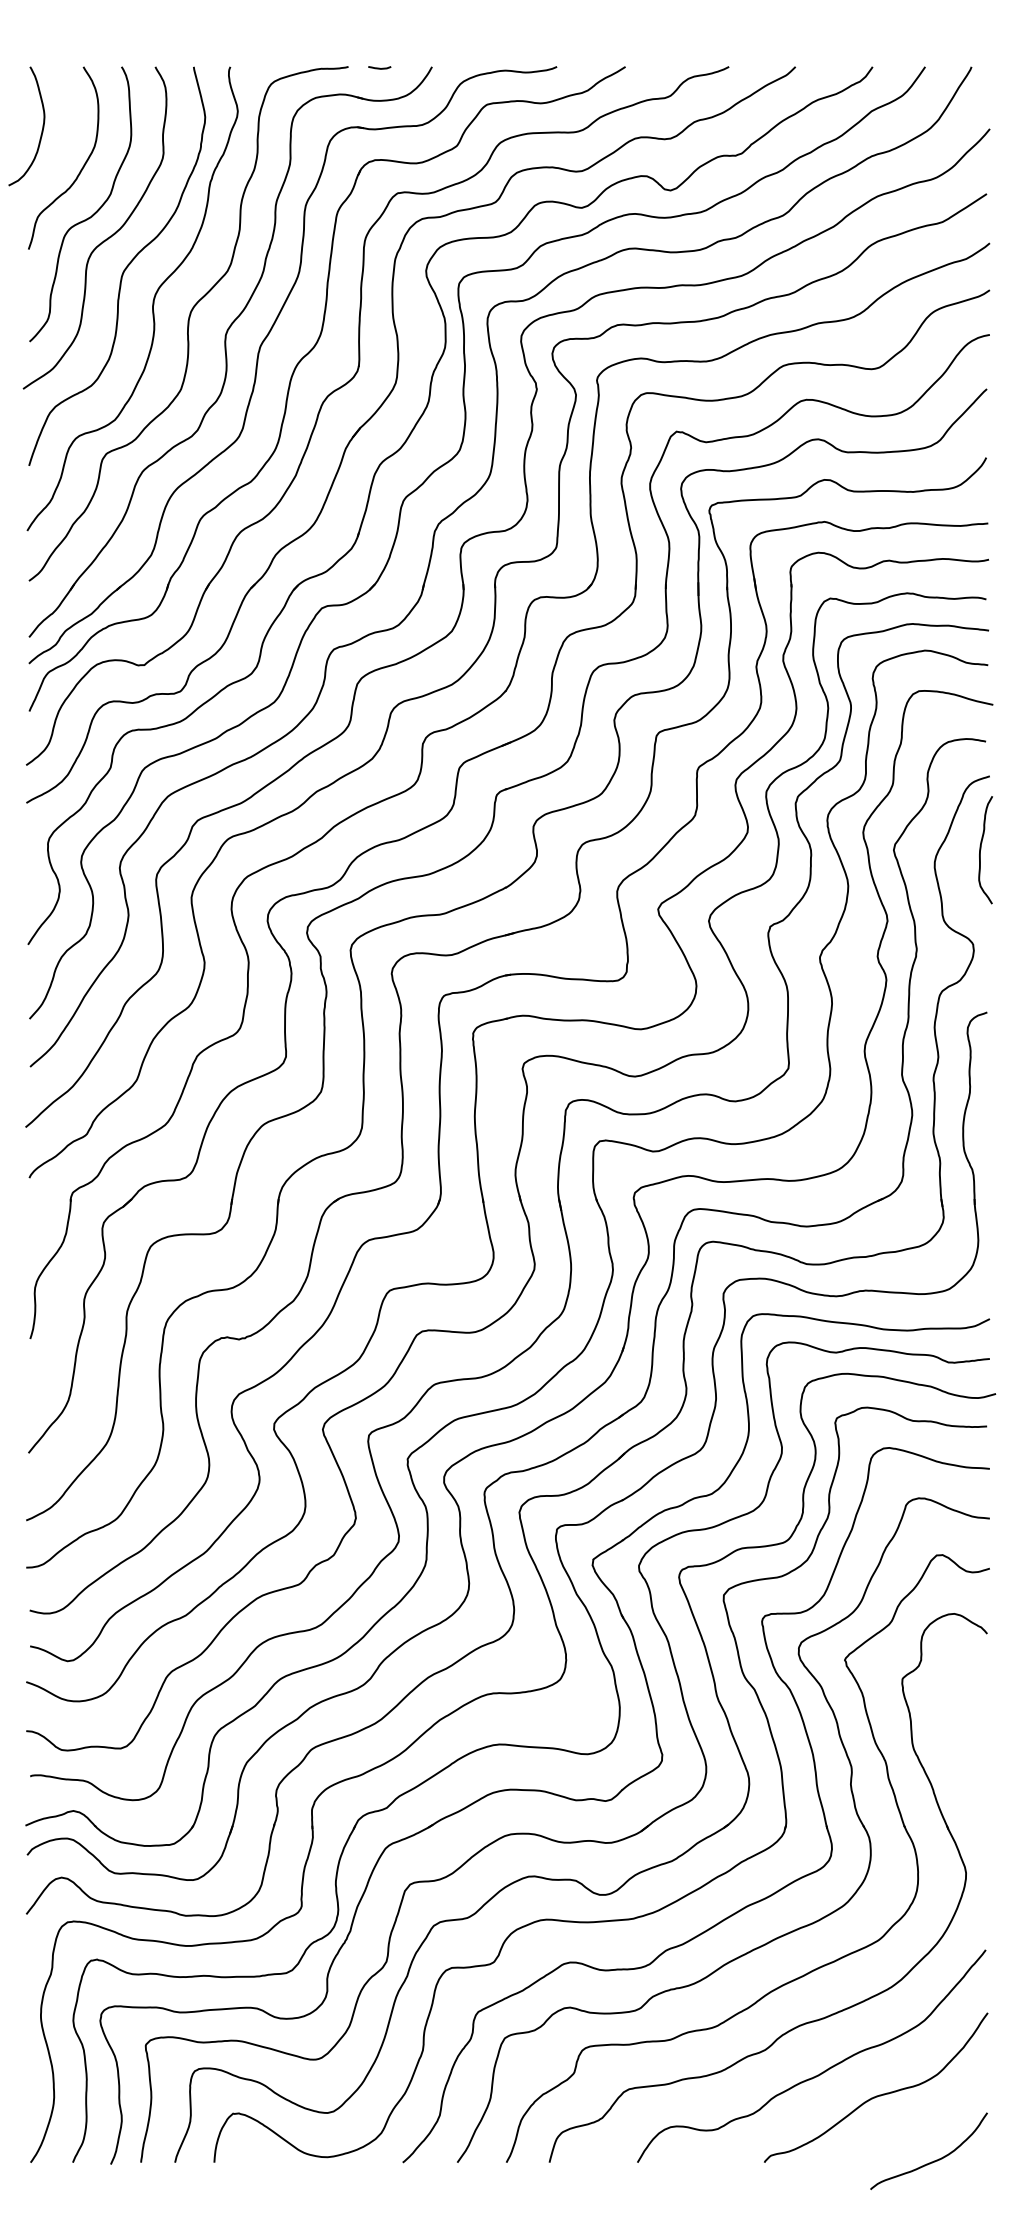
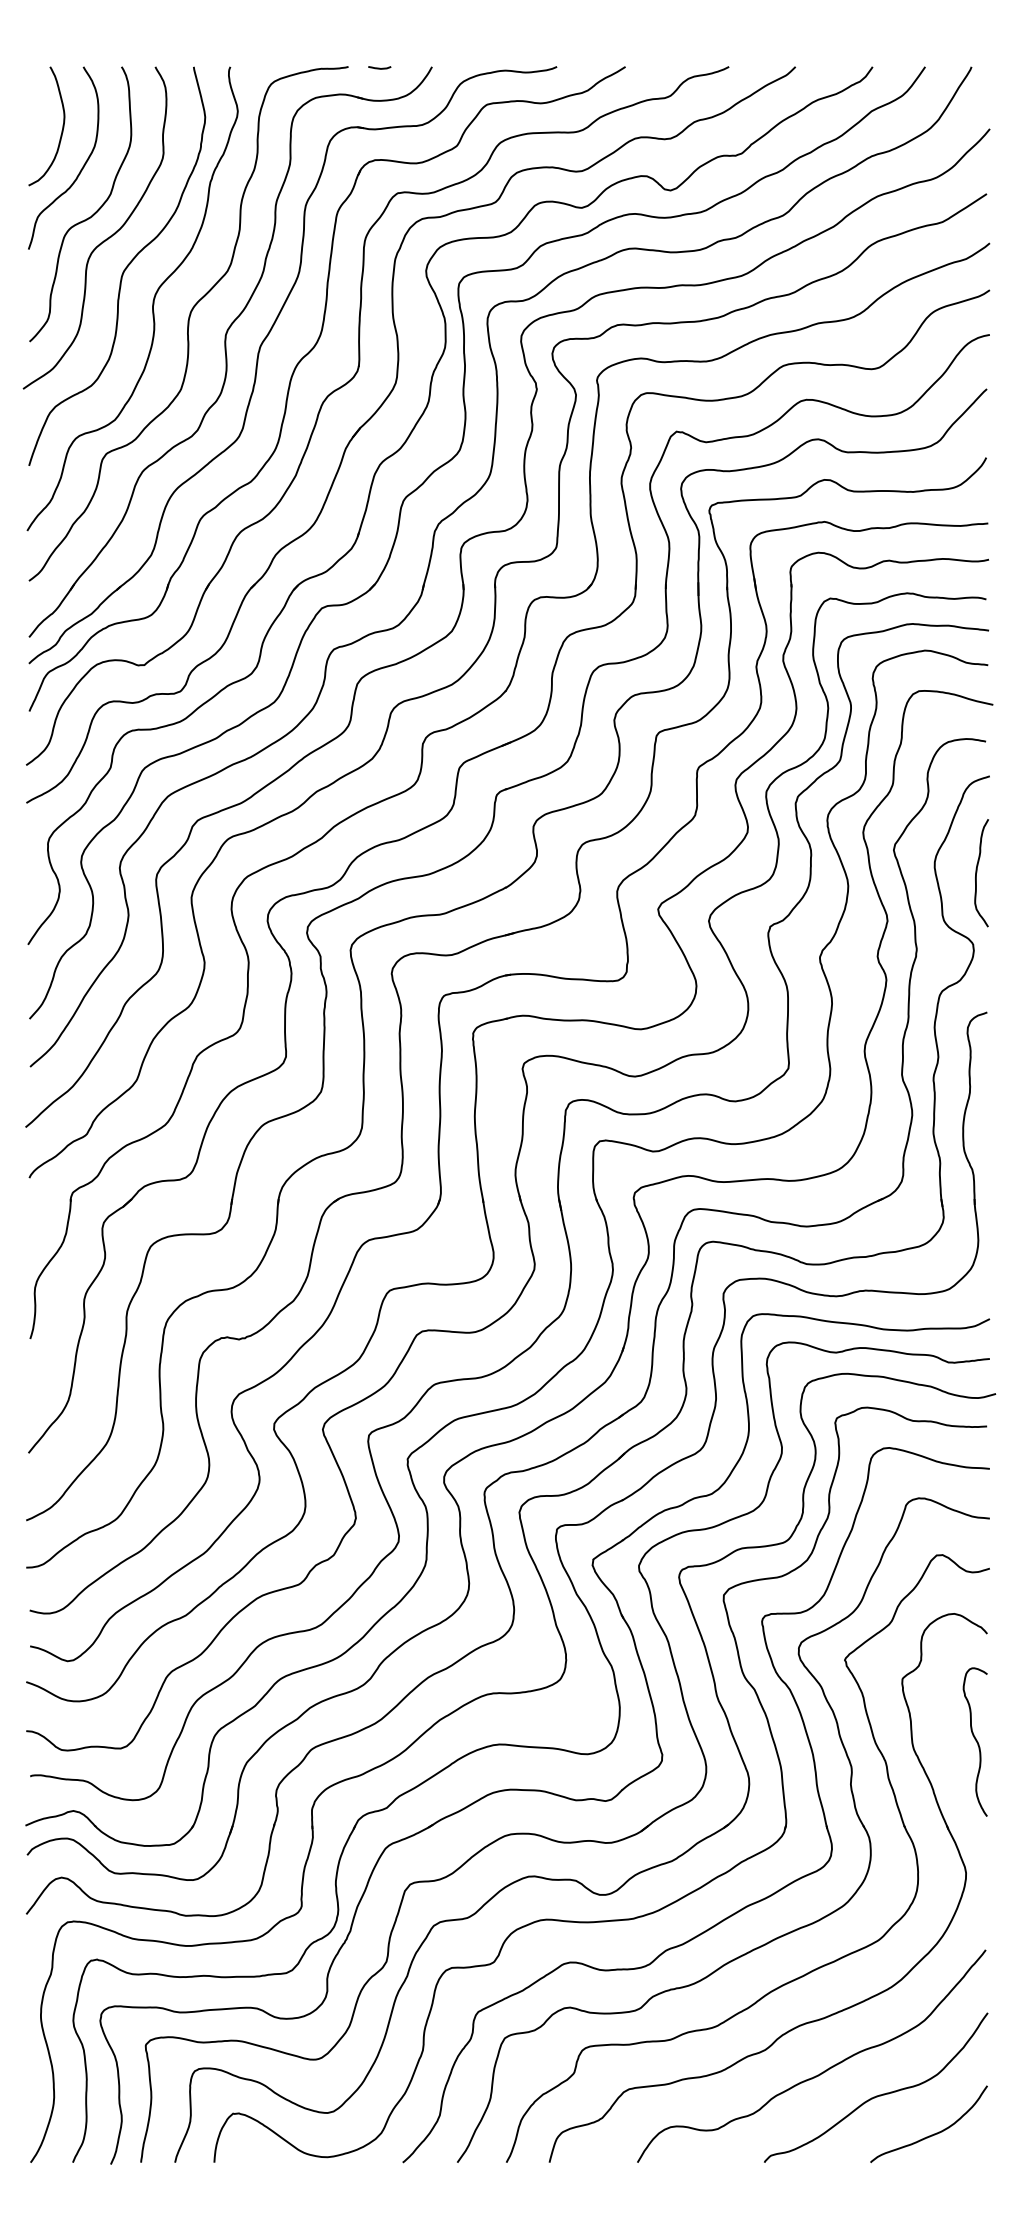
curve at (41, 130) position: (41, 130) -> (61, 130)
curve at (981, 849) position: (981, 849) -> (977, 872)
curve at (975, 1741): none -> present
curve at (931, 2161) position: (931, 2161) -> (931, 2134)
